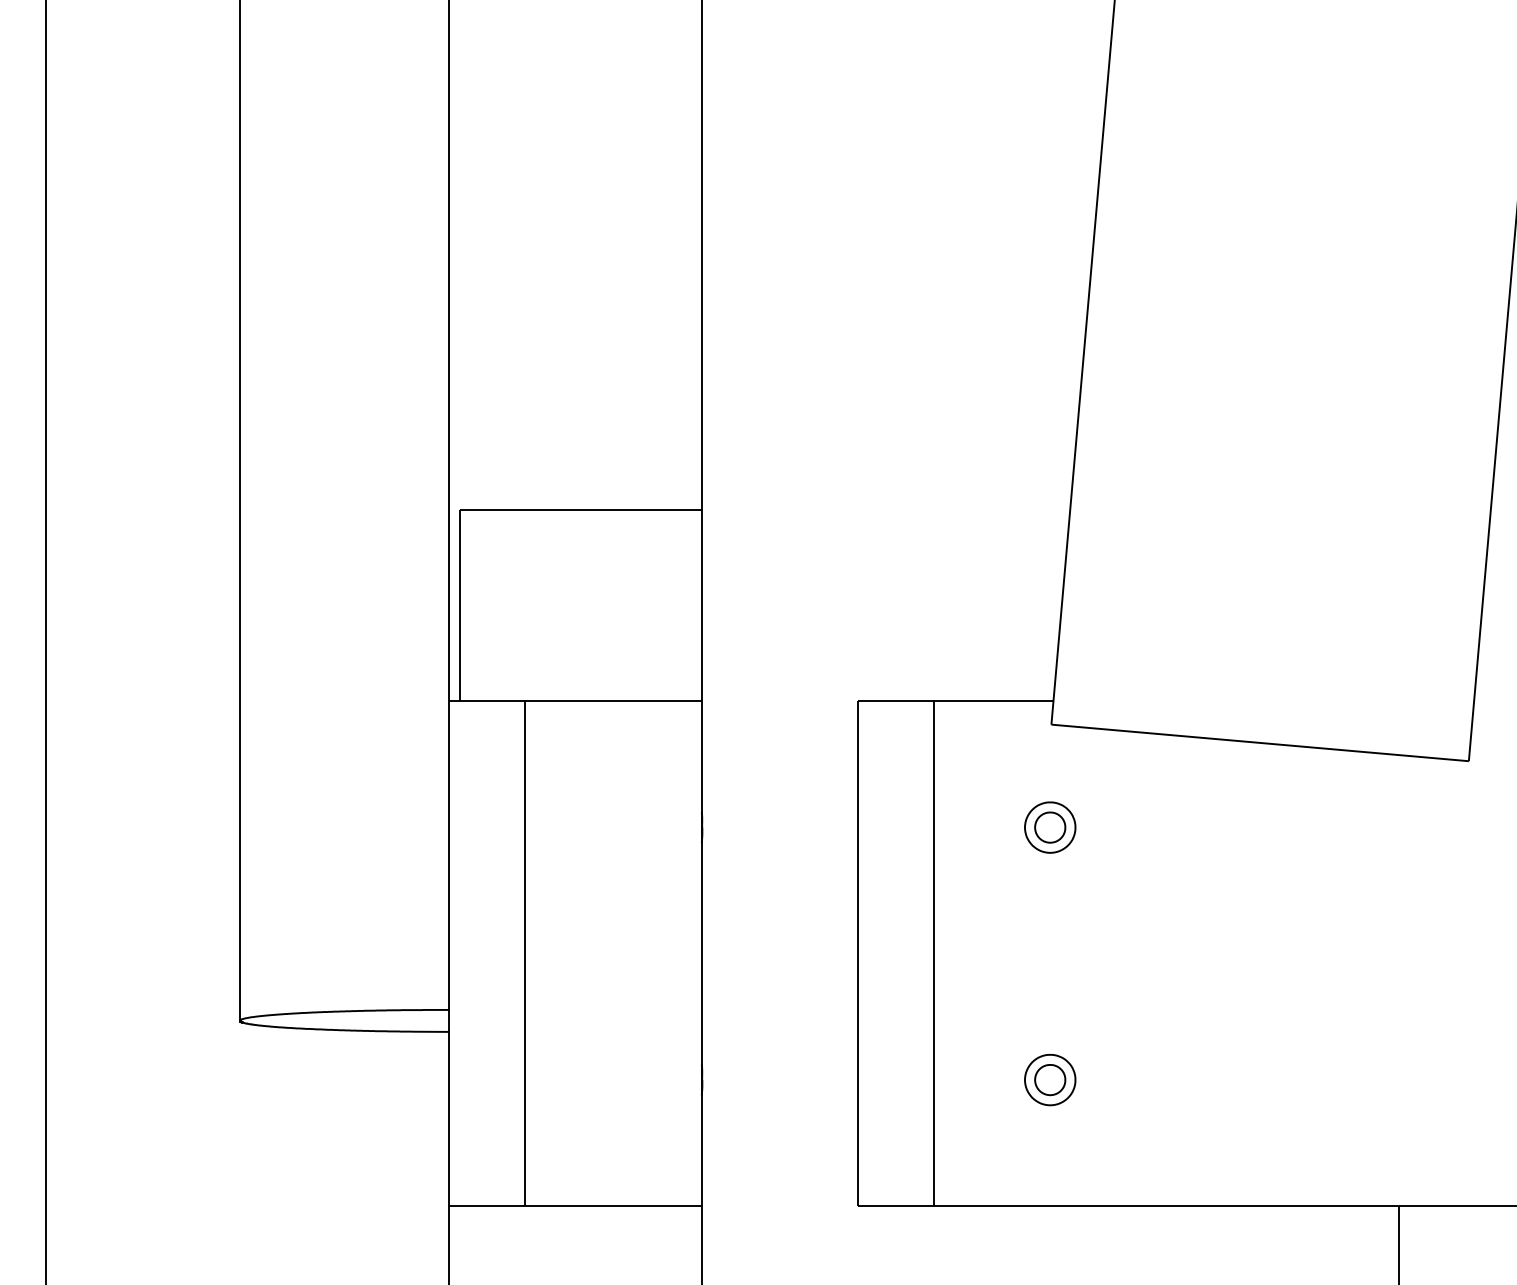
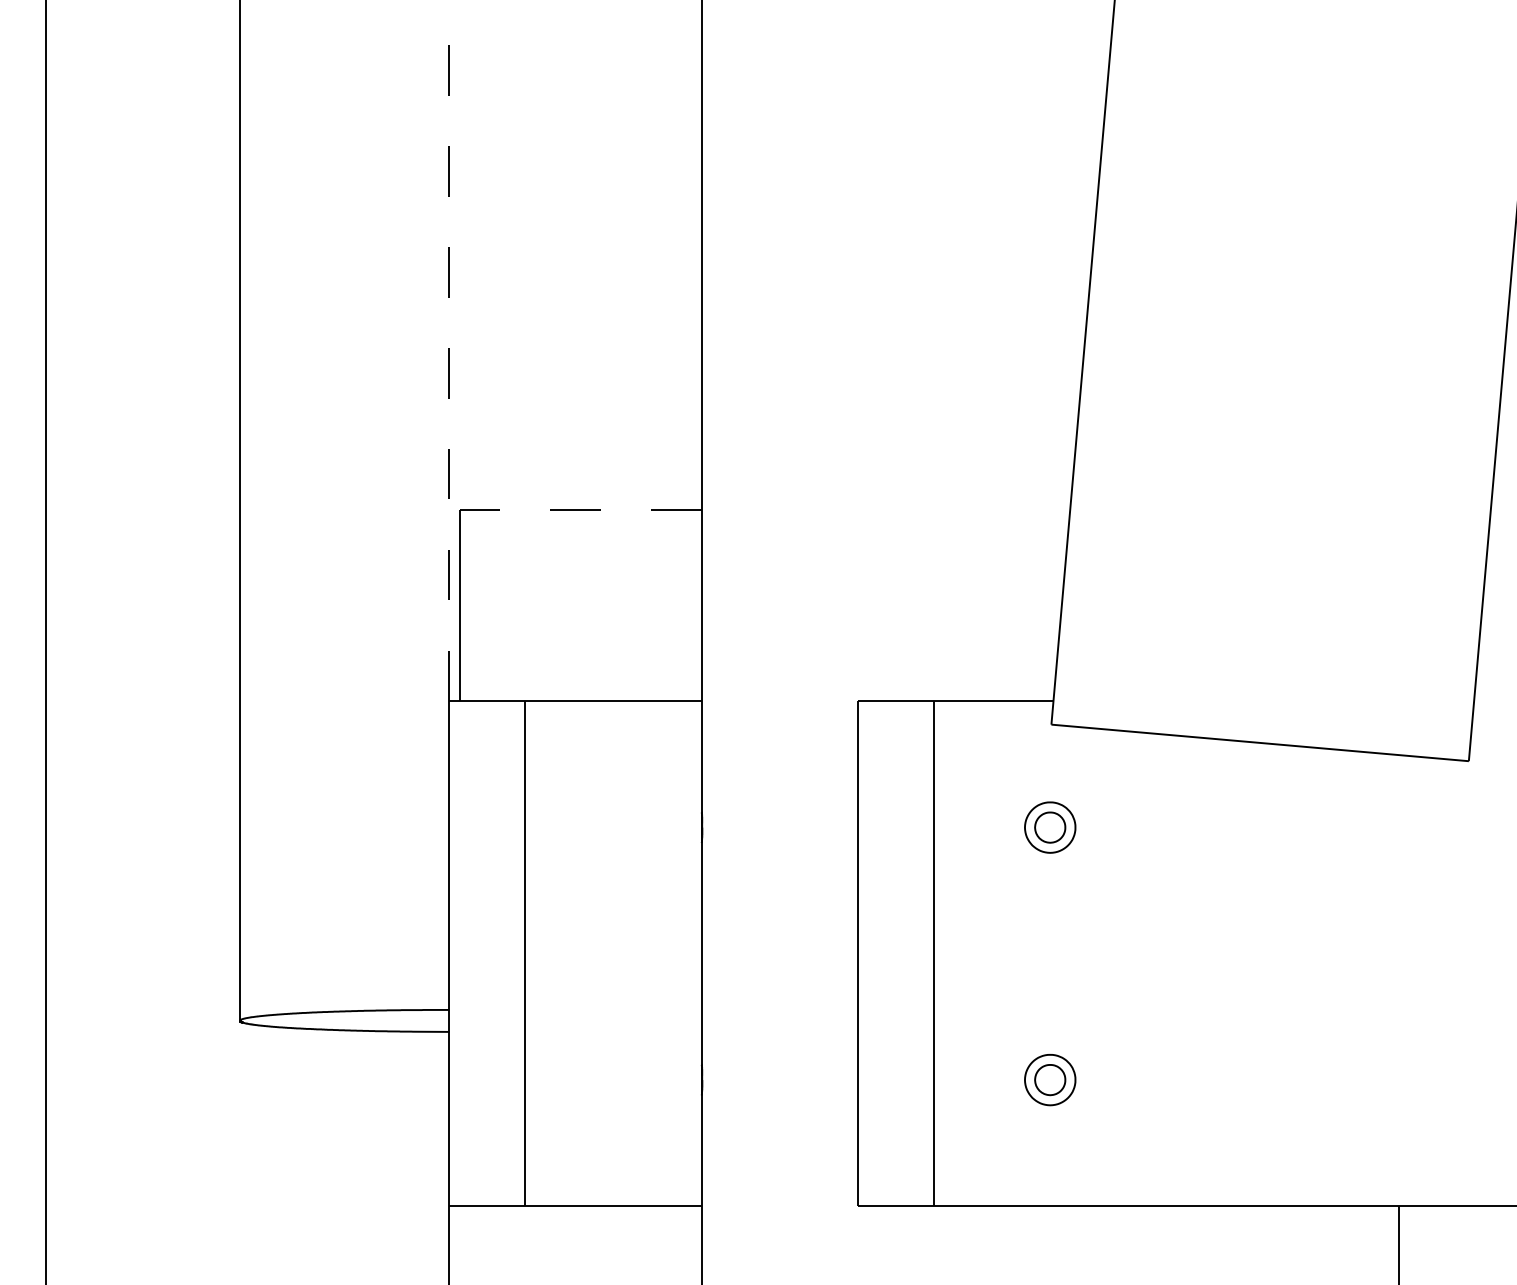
line at (449, 350): solid -> dashed
line at (580, 509): solid -> dashed
